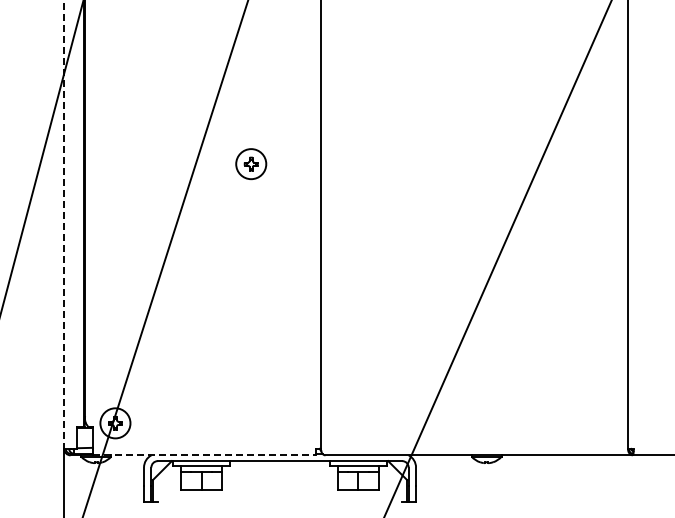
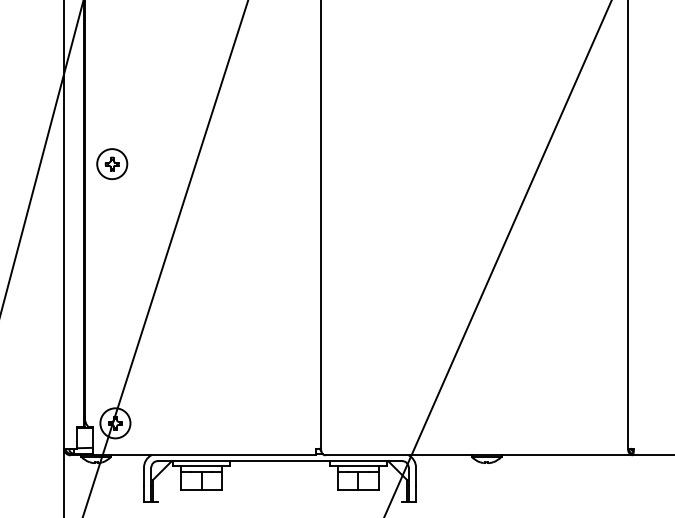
part at (251, 164) position: (251, 164) -> (112, 164)
line at (64, 225): dashed -> solid
line at (204, 455): dashed -> solid
